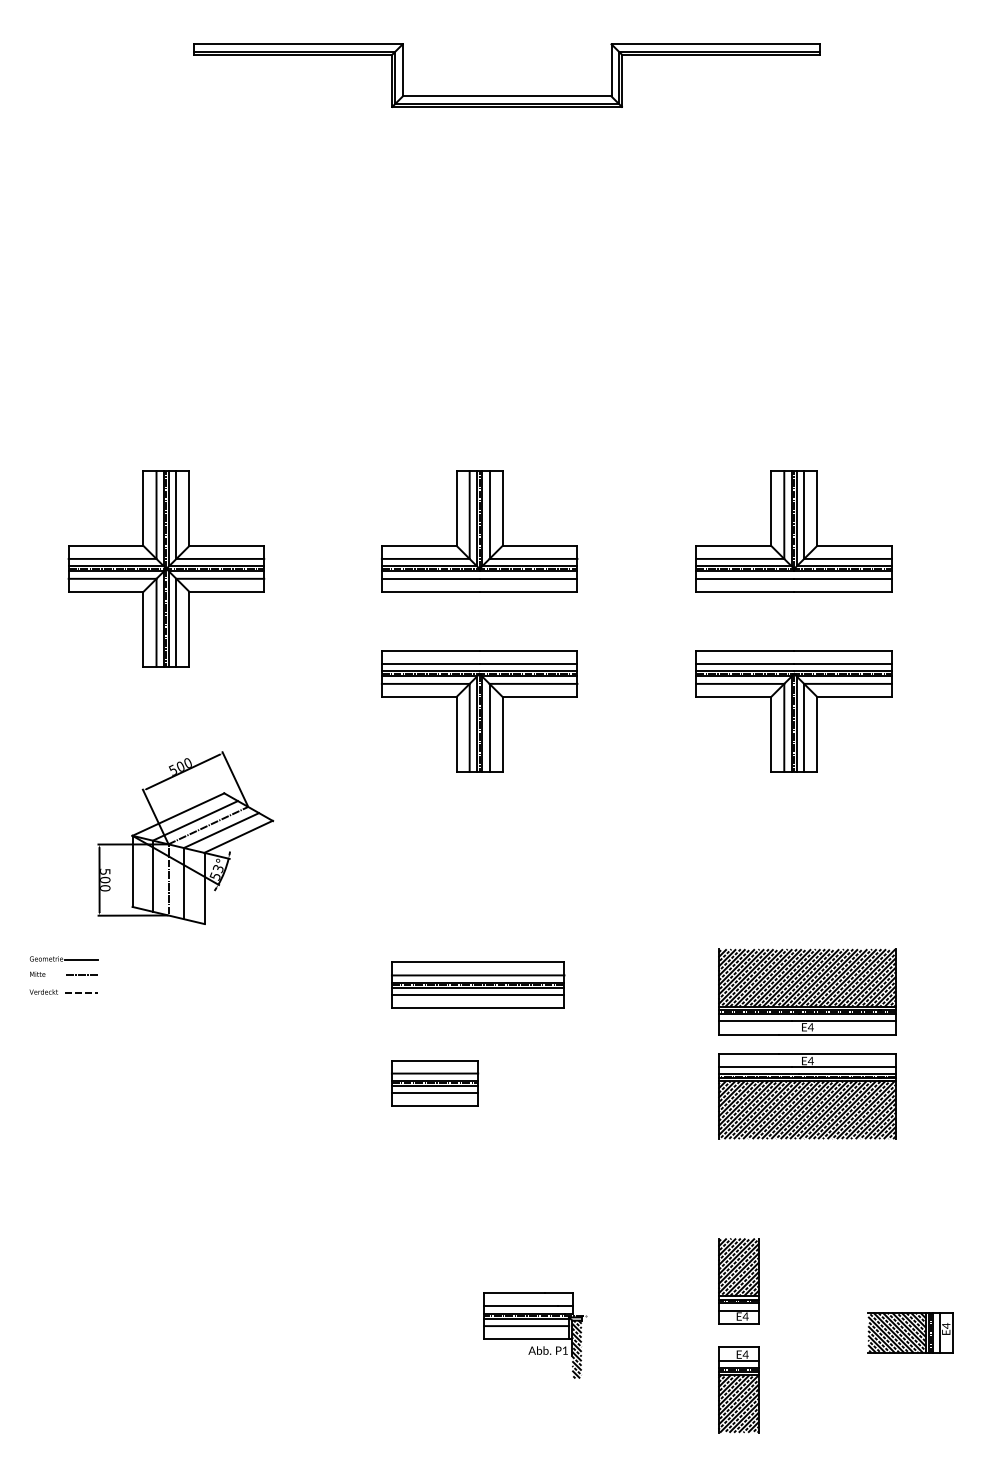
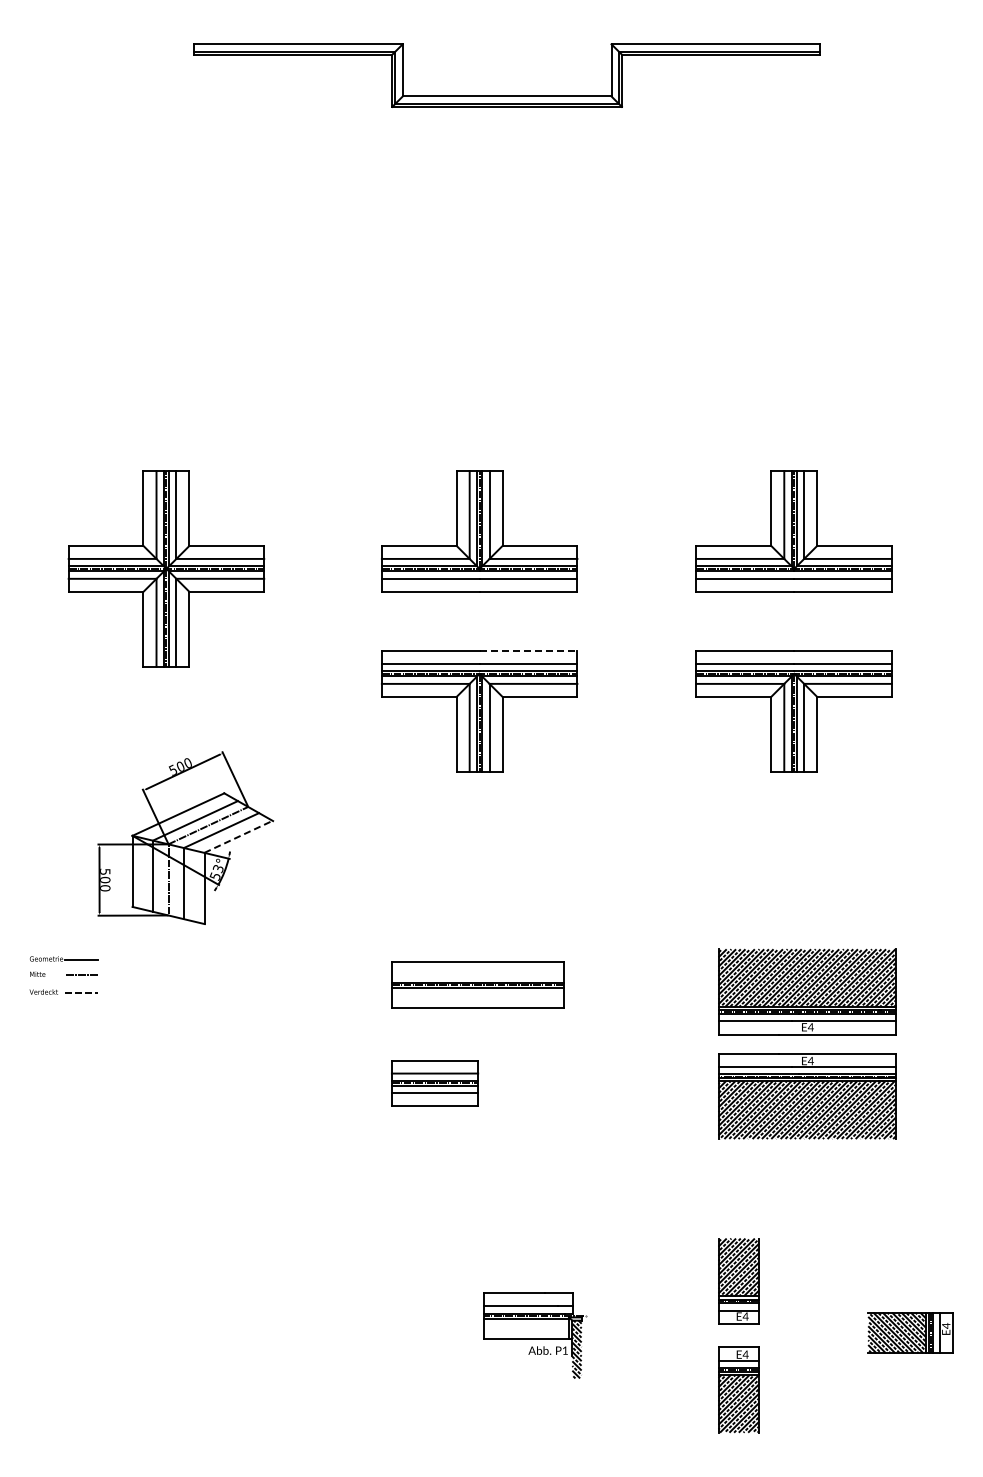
line at (528, 651): solid -> dashed
line at (238, 836): solid -> dashed
line at (477, 975): present -> none
line at (477, 995): present -> none
line at (526, 1326): present -> none
